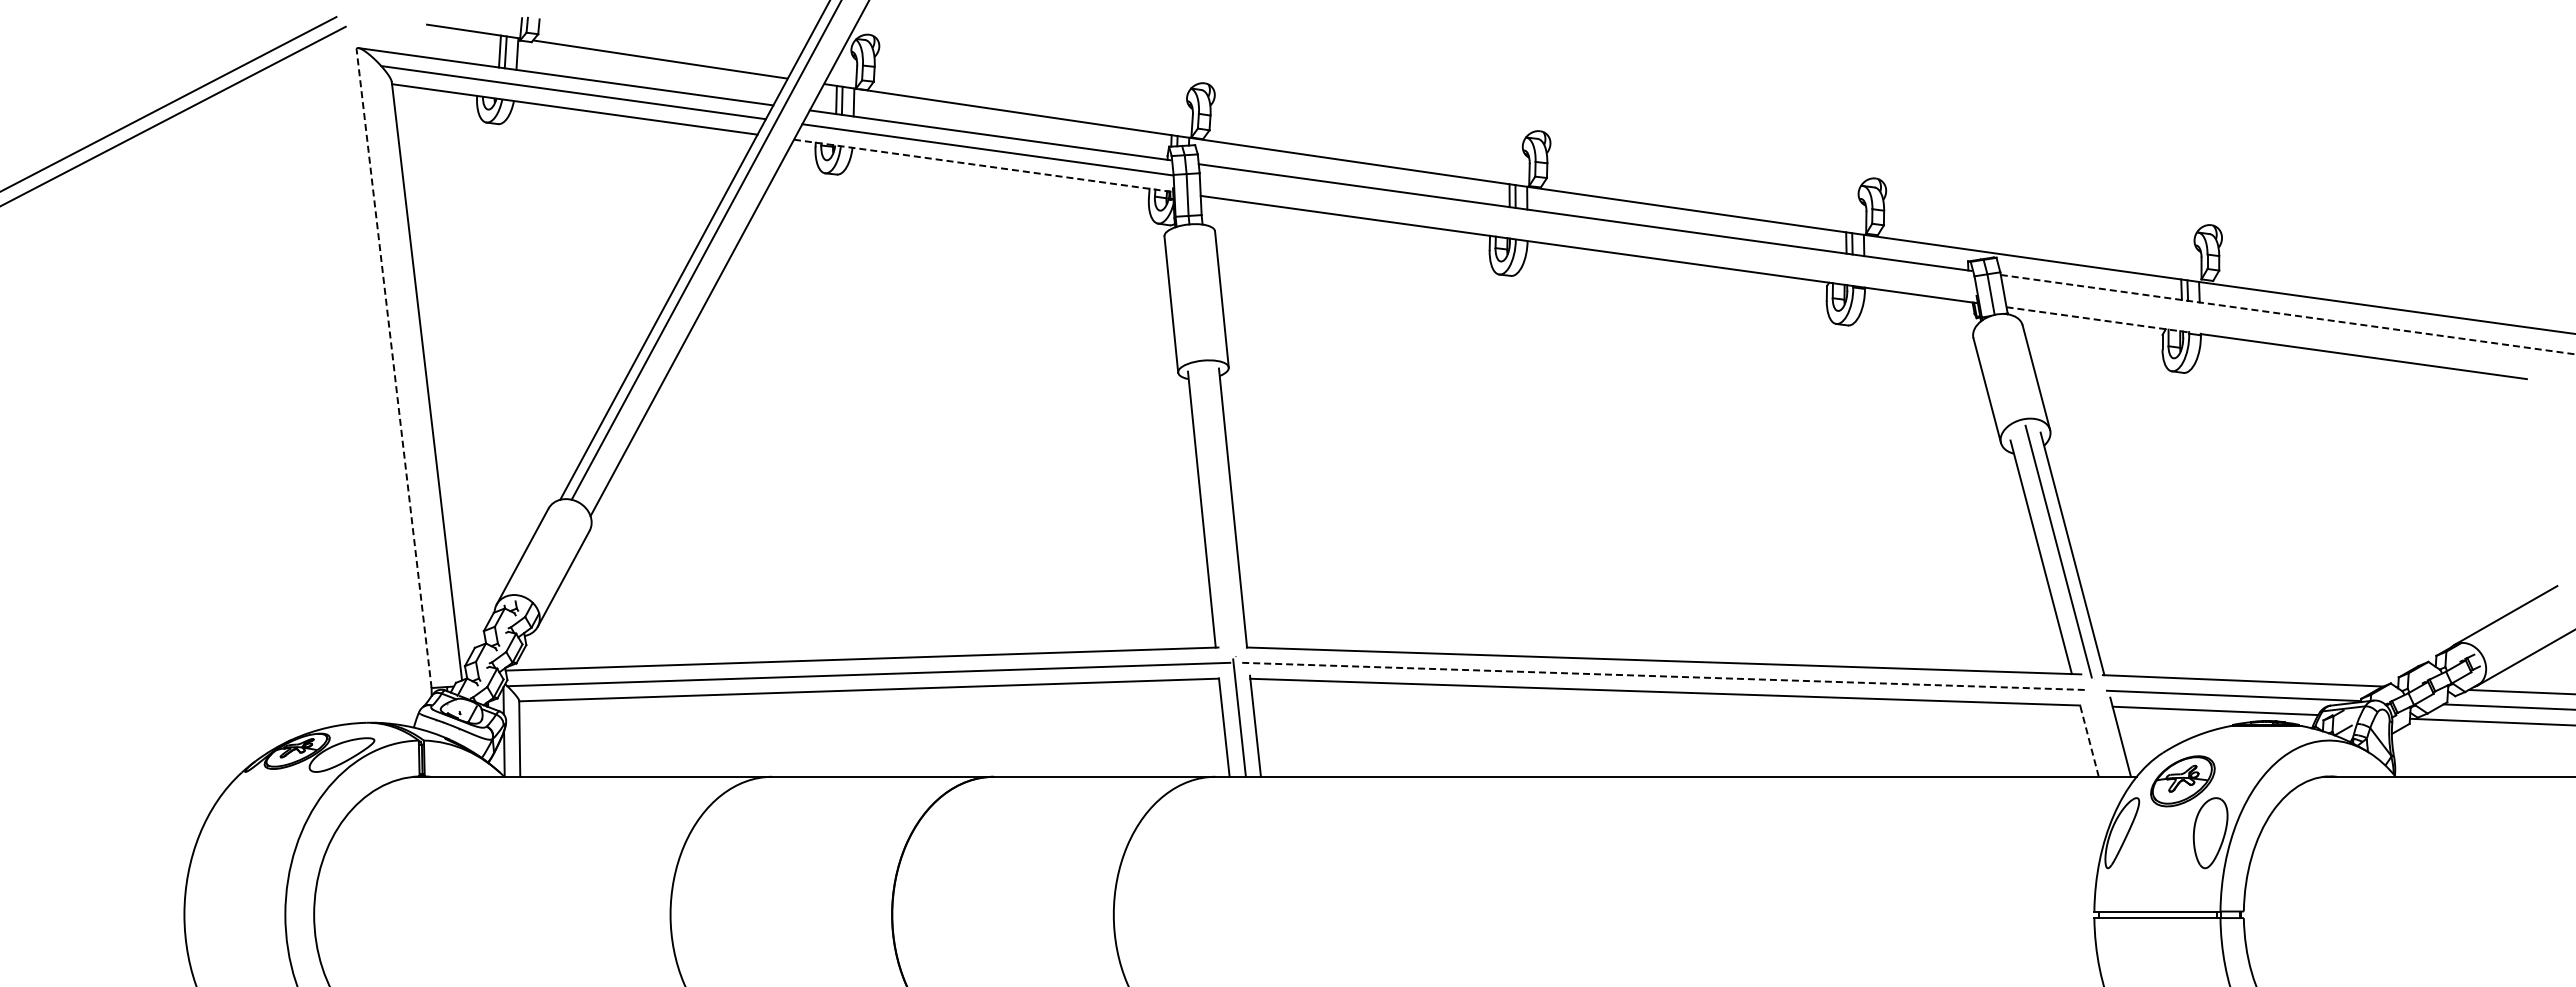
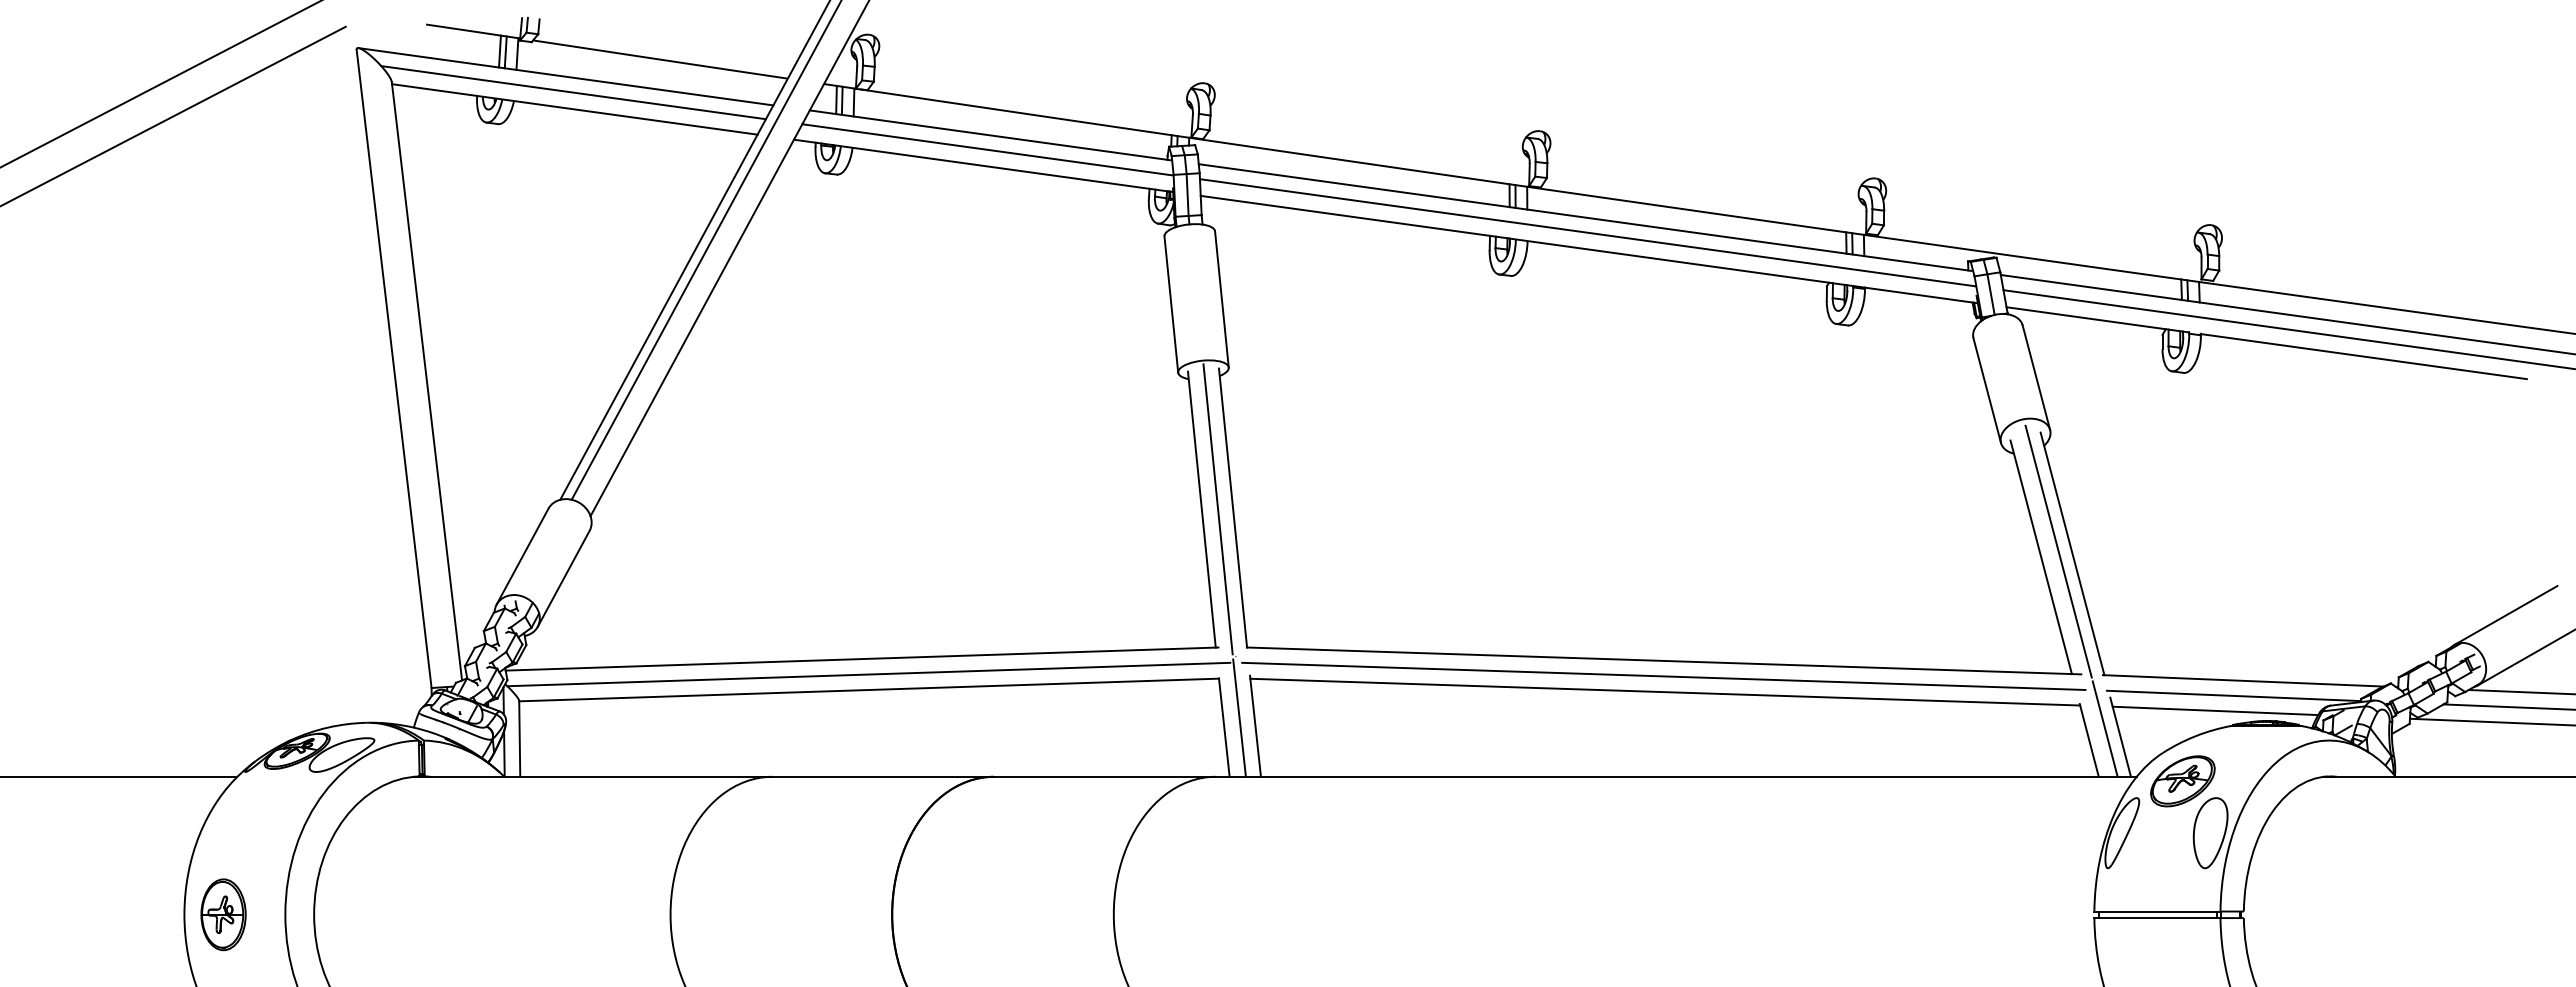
line at (169, 103) position: (169, 103) -> (160, 84)
line at (984, 165): dashed -> solid
line at (1587, 232): none -> present
line at (2288, 314): dashed -> solid
line at (2097, 319): dashed -> solid
line at (2287, 329): none -> present
line at (394, 368): dashed -> solid
line at (1217, 509): none -> present
line at (1663, 676): dashed -> solid
line at (2104, 728): none -> present
line at (2089, 740): dashed -> solid
line at (119, 776): none -> present
part at (223, 914): none -> present
